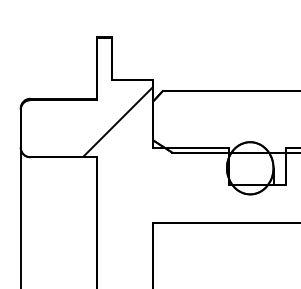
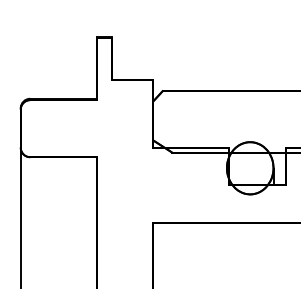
hatch at (117, 121): present -> none
